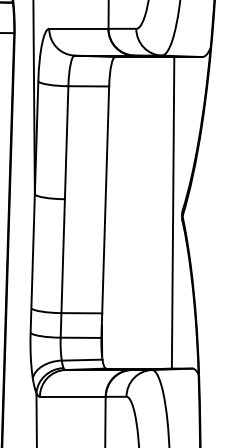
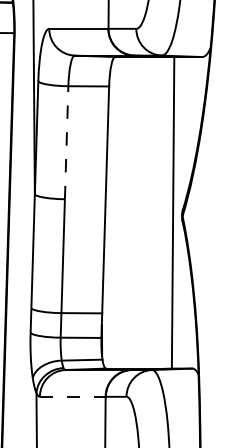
line at (66, 142): solid -> dashed
line at (72, 396): solid -> dashed
